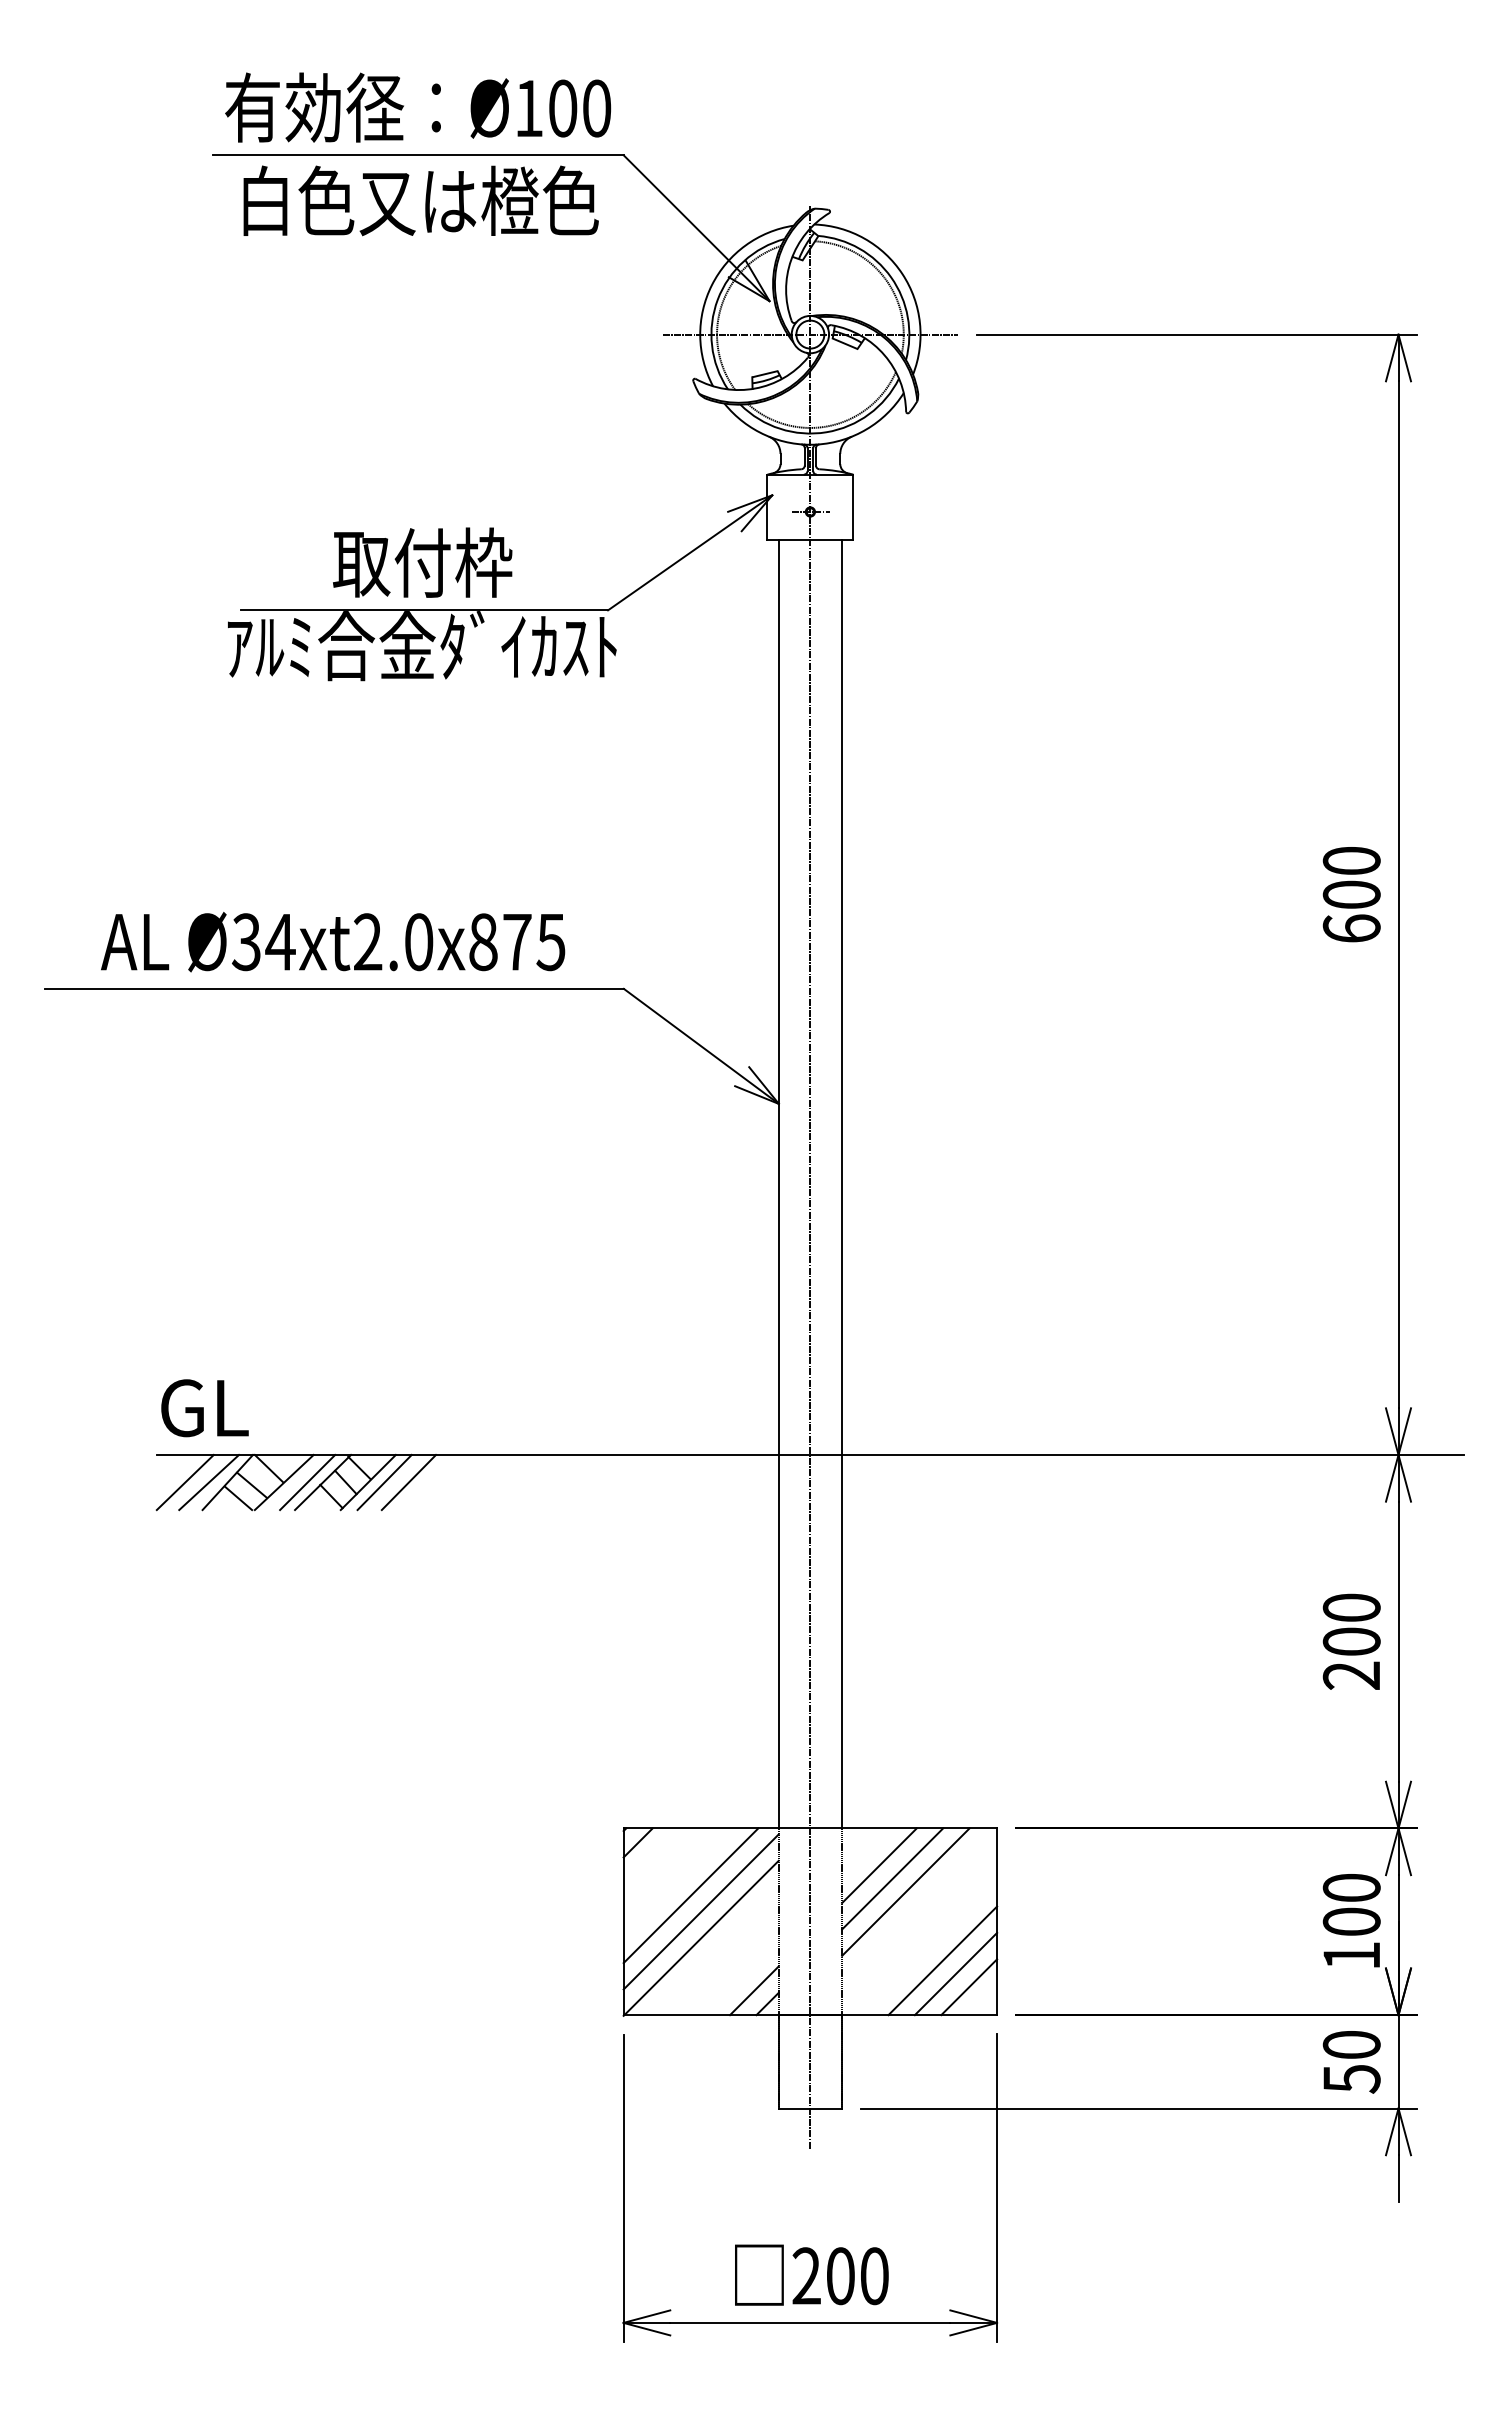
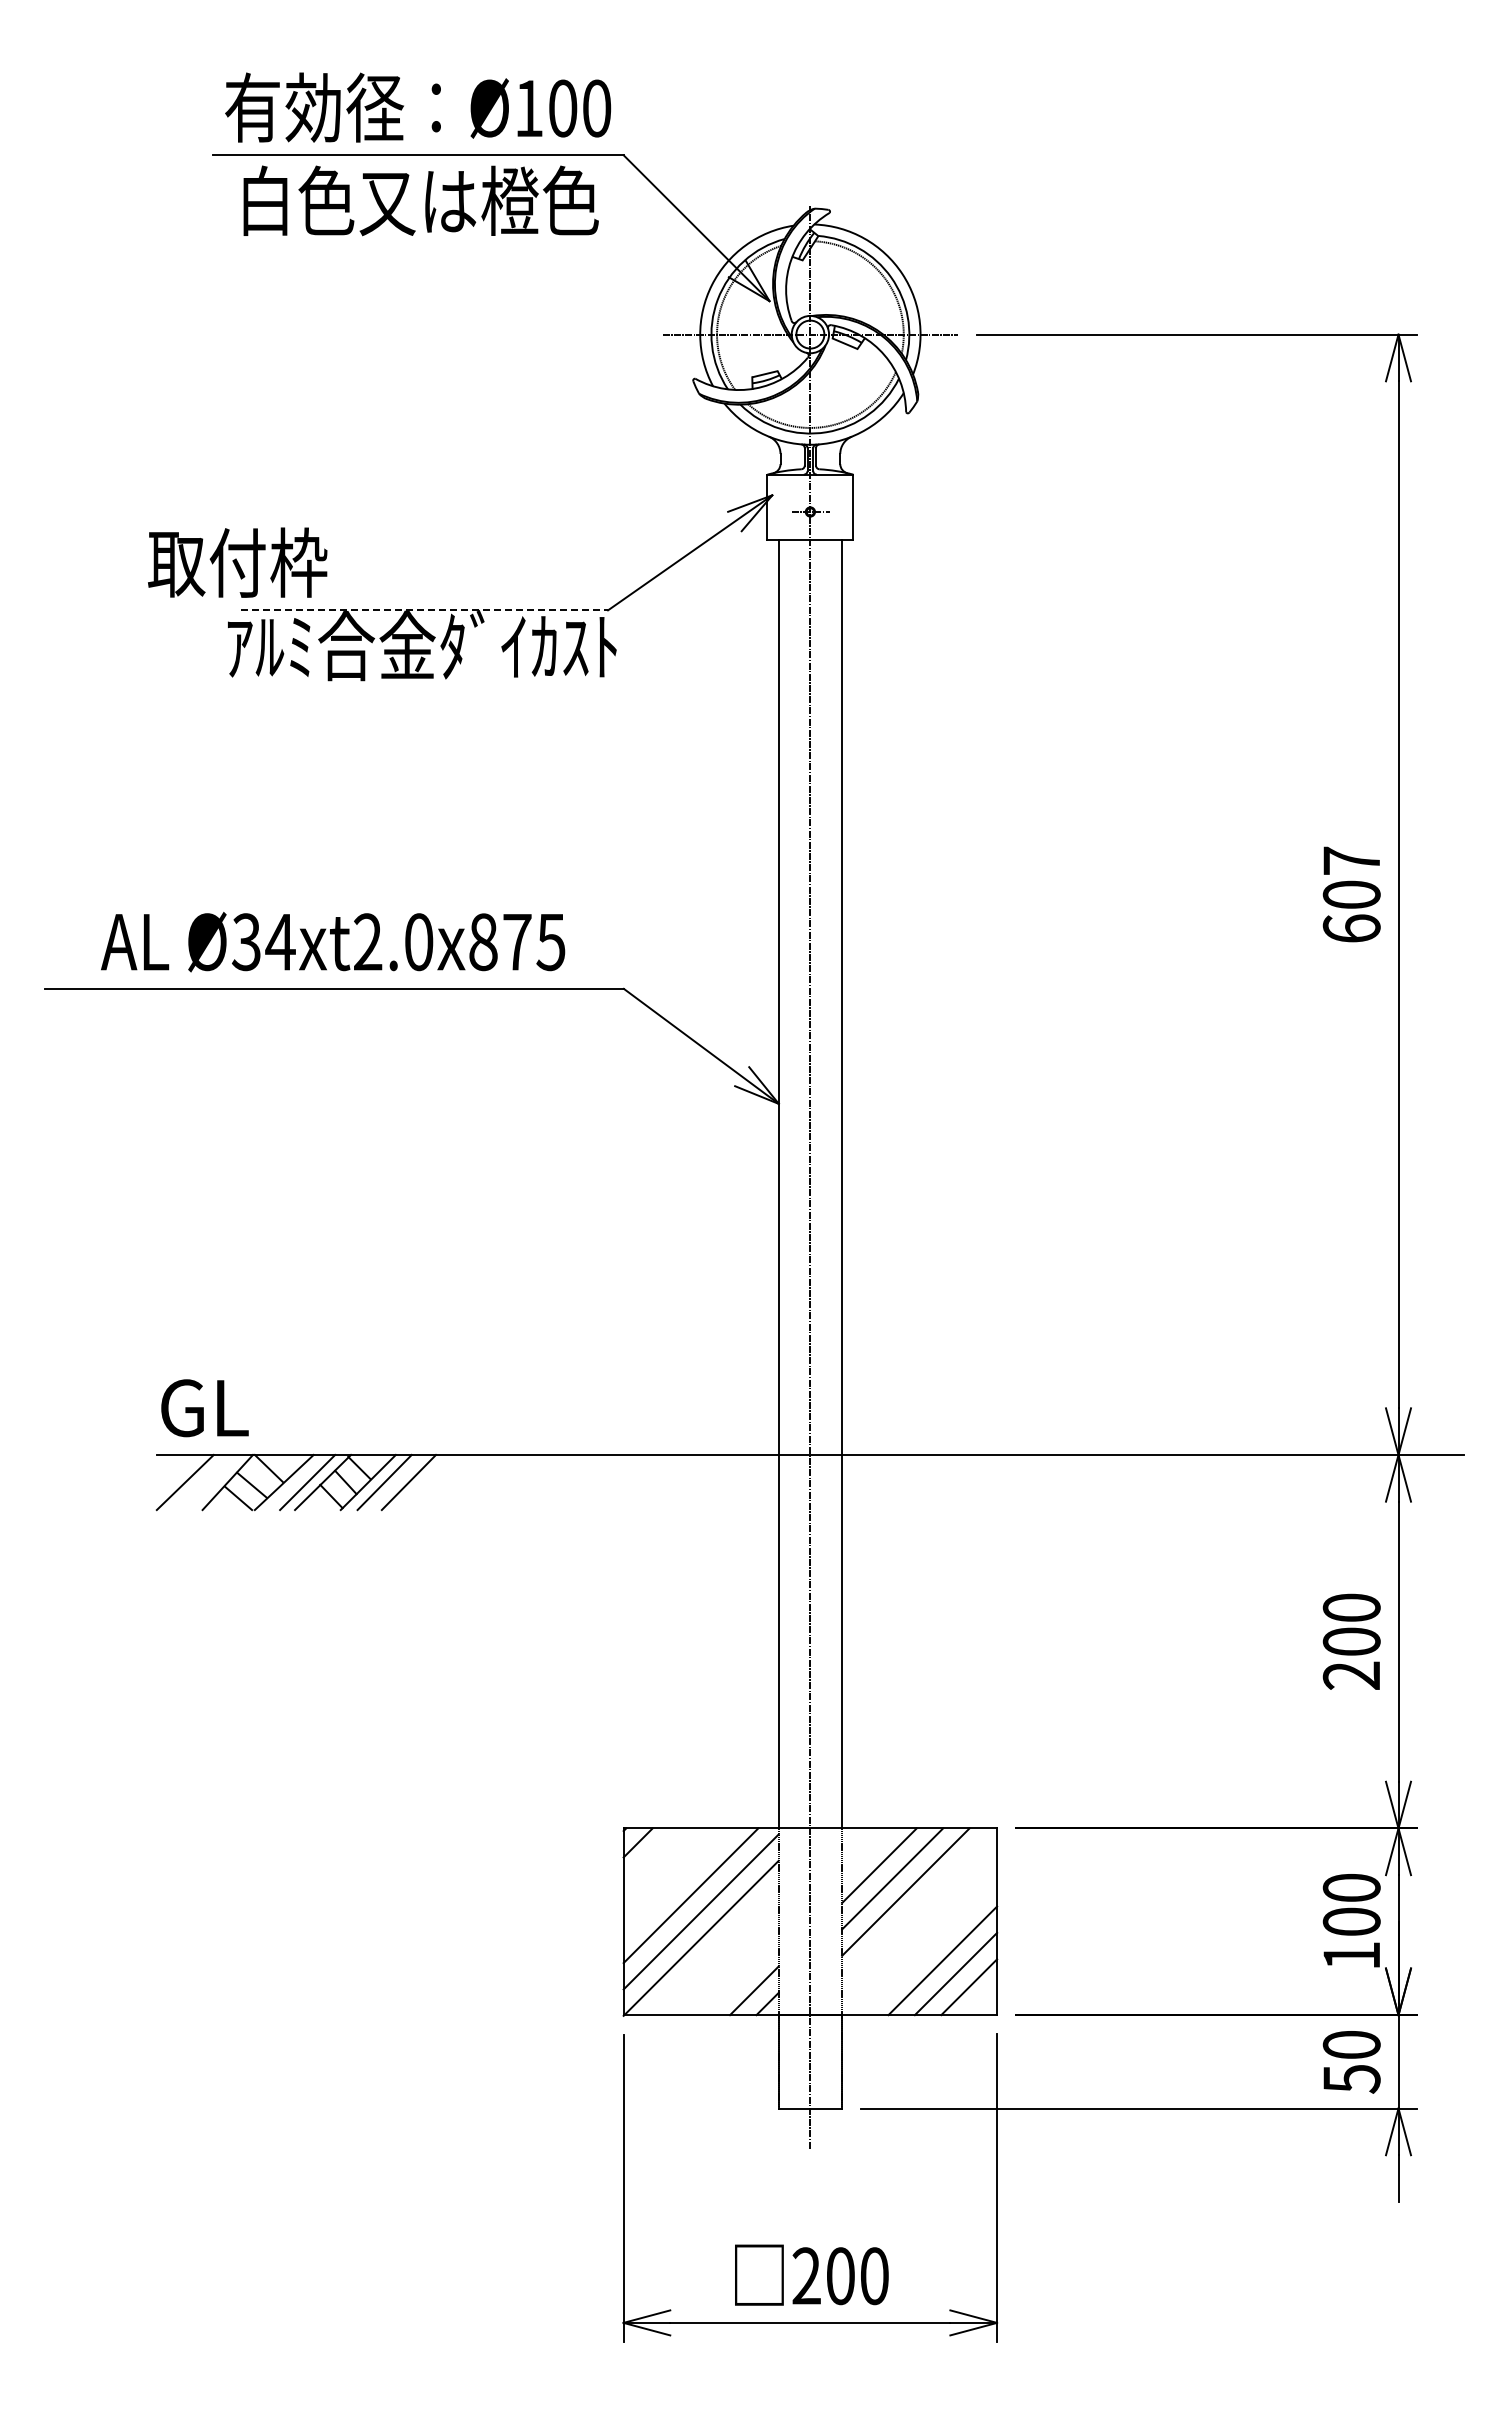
text at (422, 562) position: (422, 562) -> (237, 562)
line at (425, 610): solid -> dashed
text at (1351, 860): 600 -> 607
line at (209, 1482): present -> none
